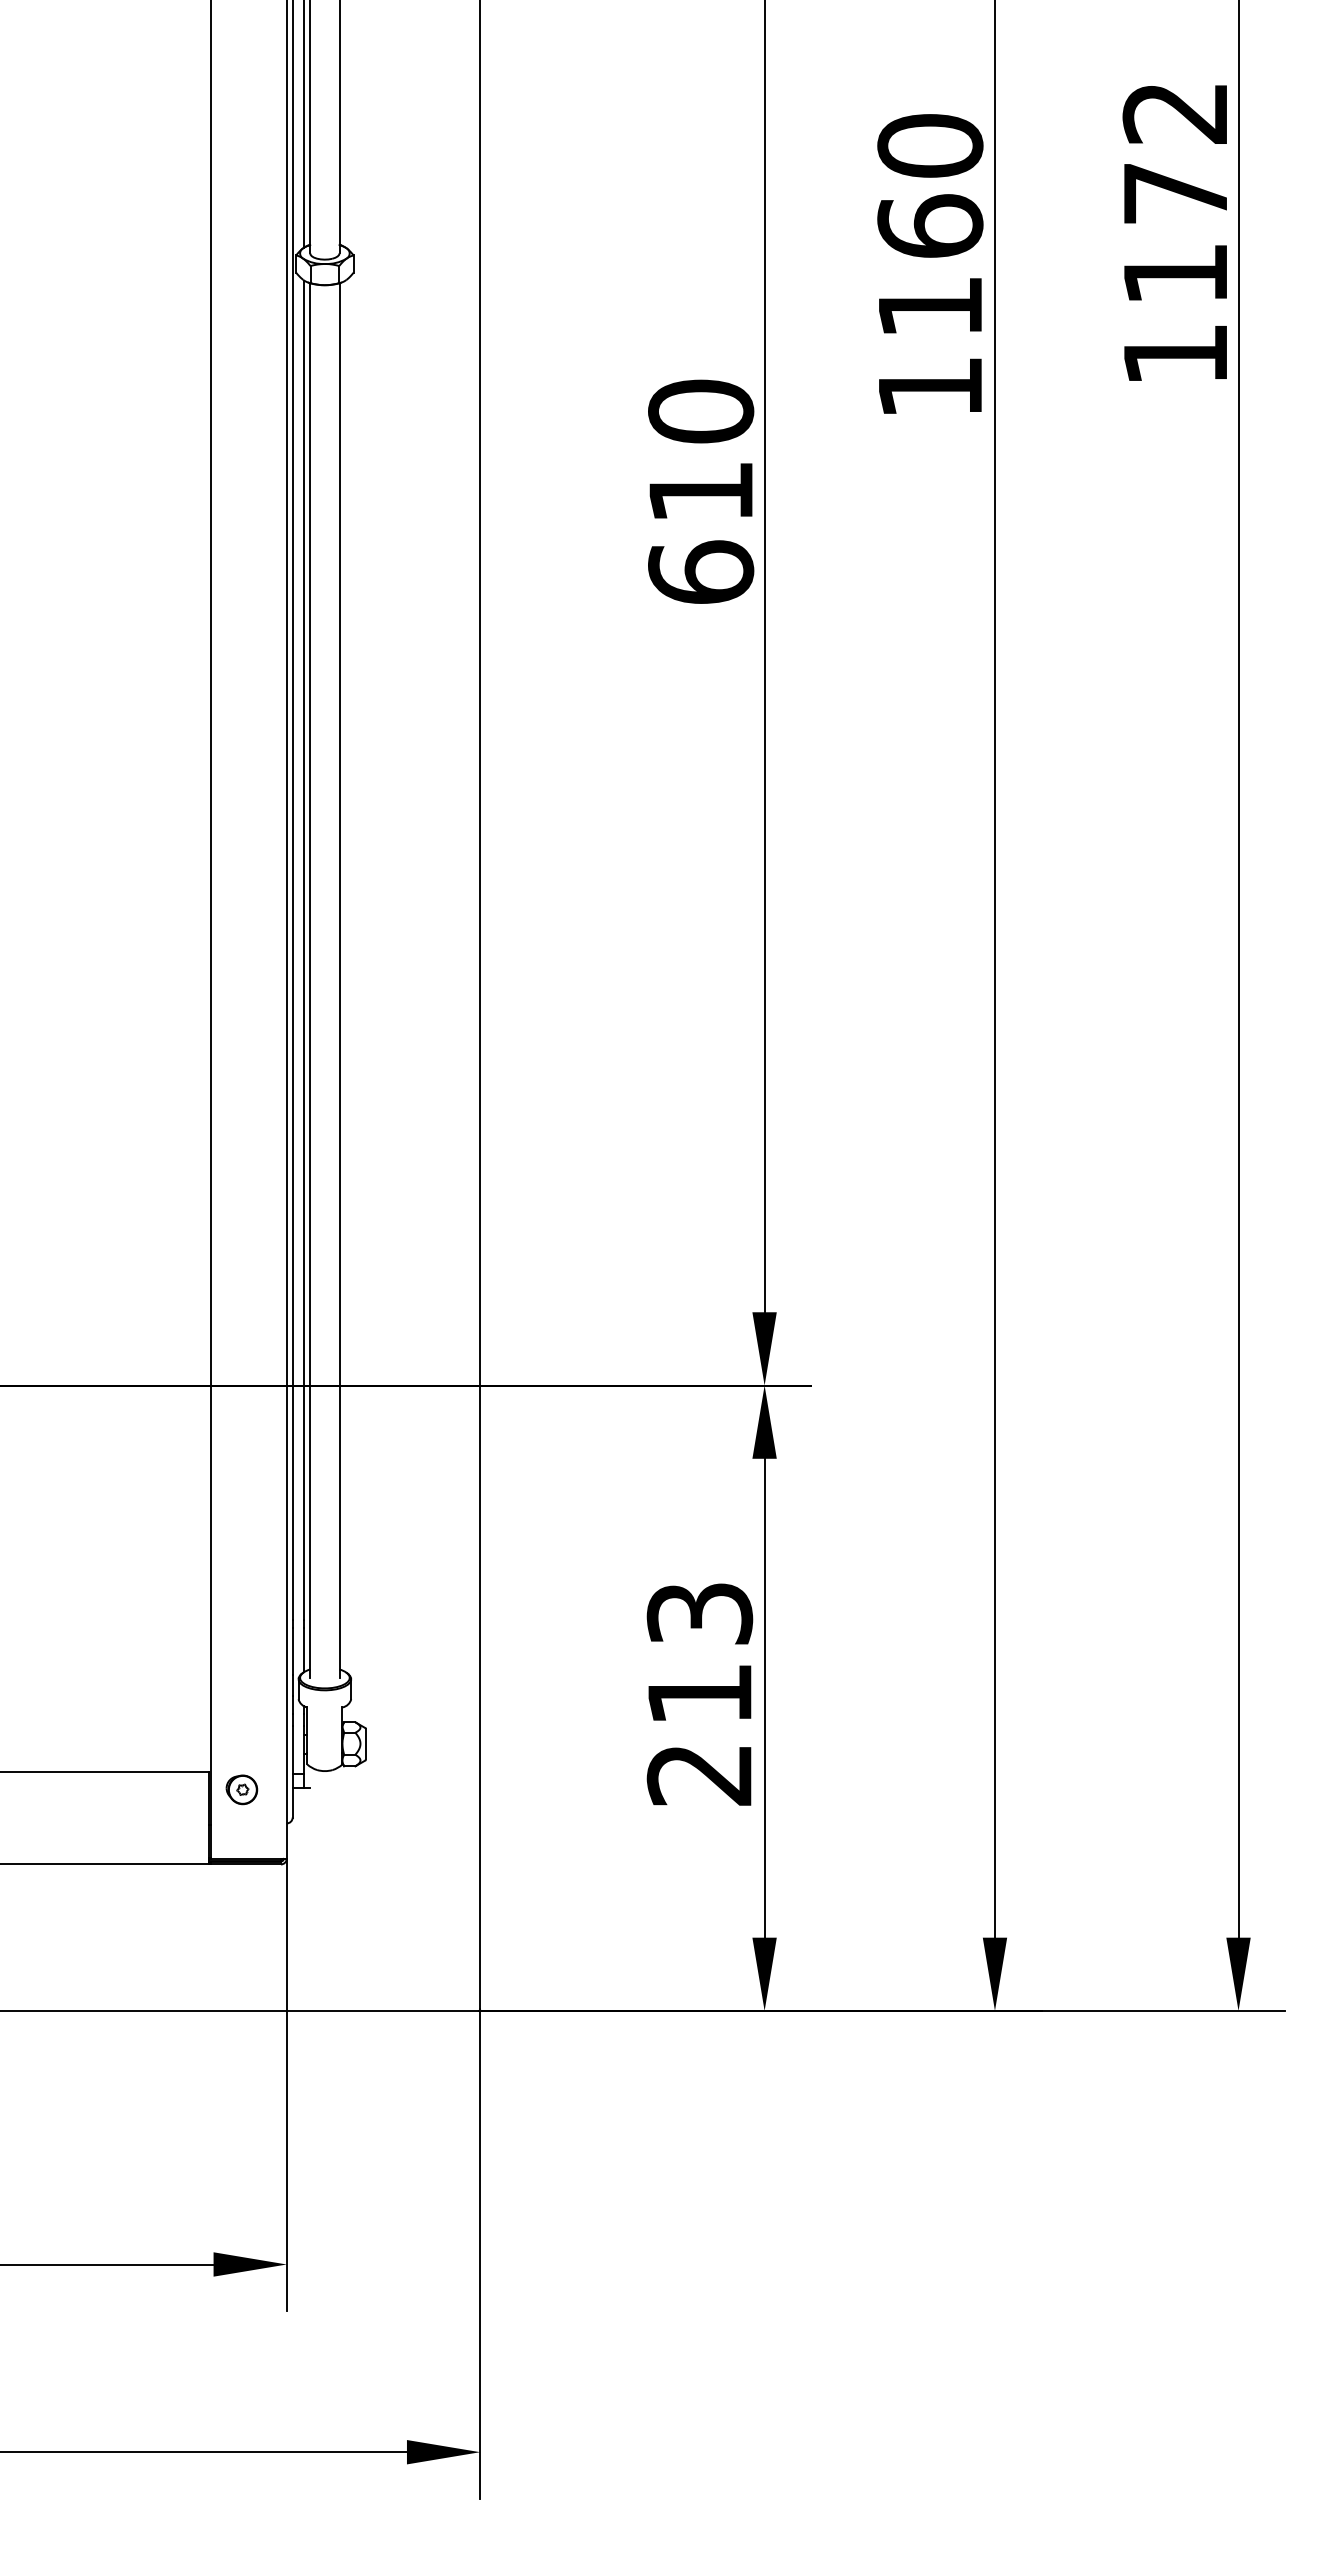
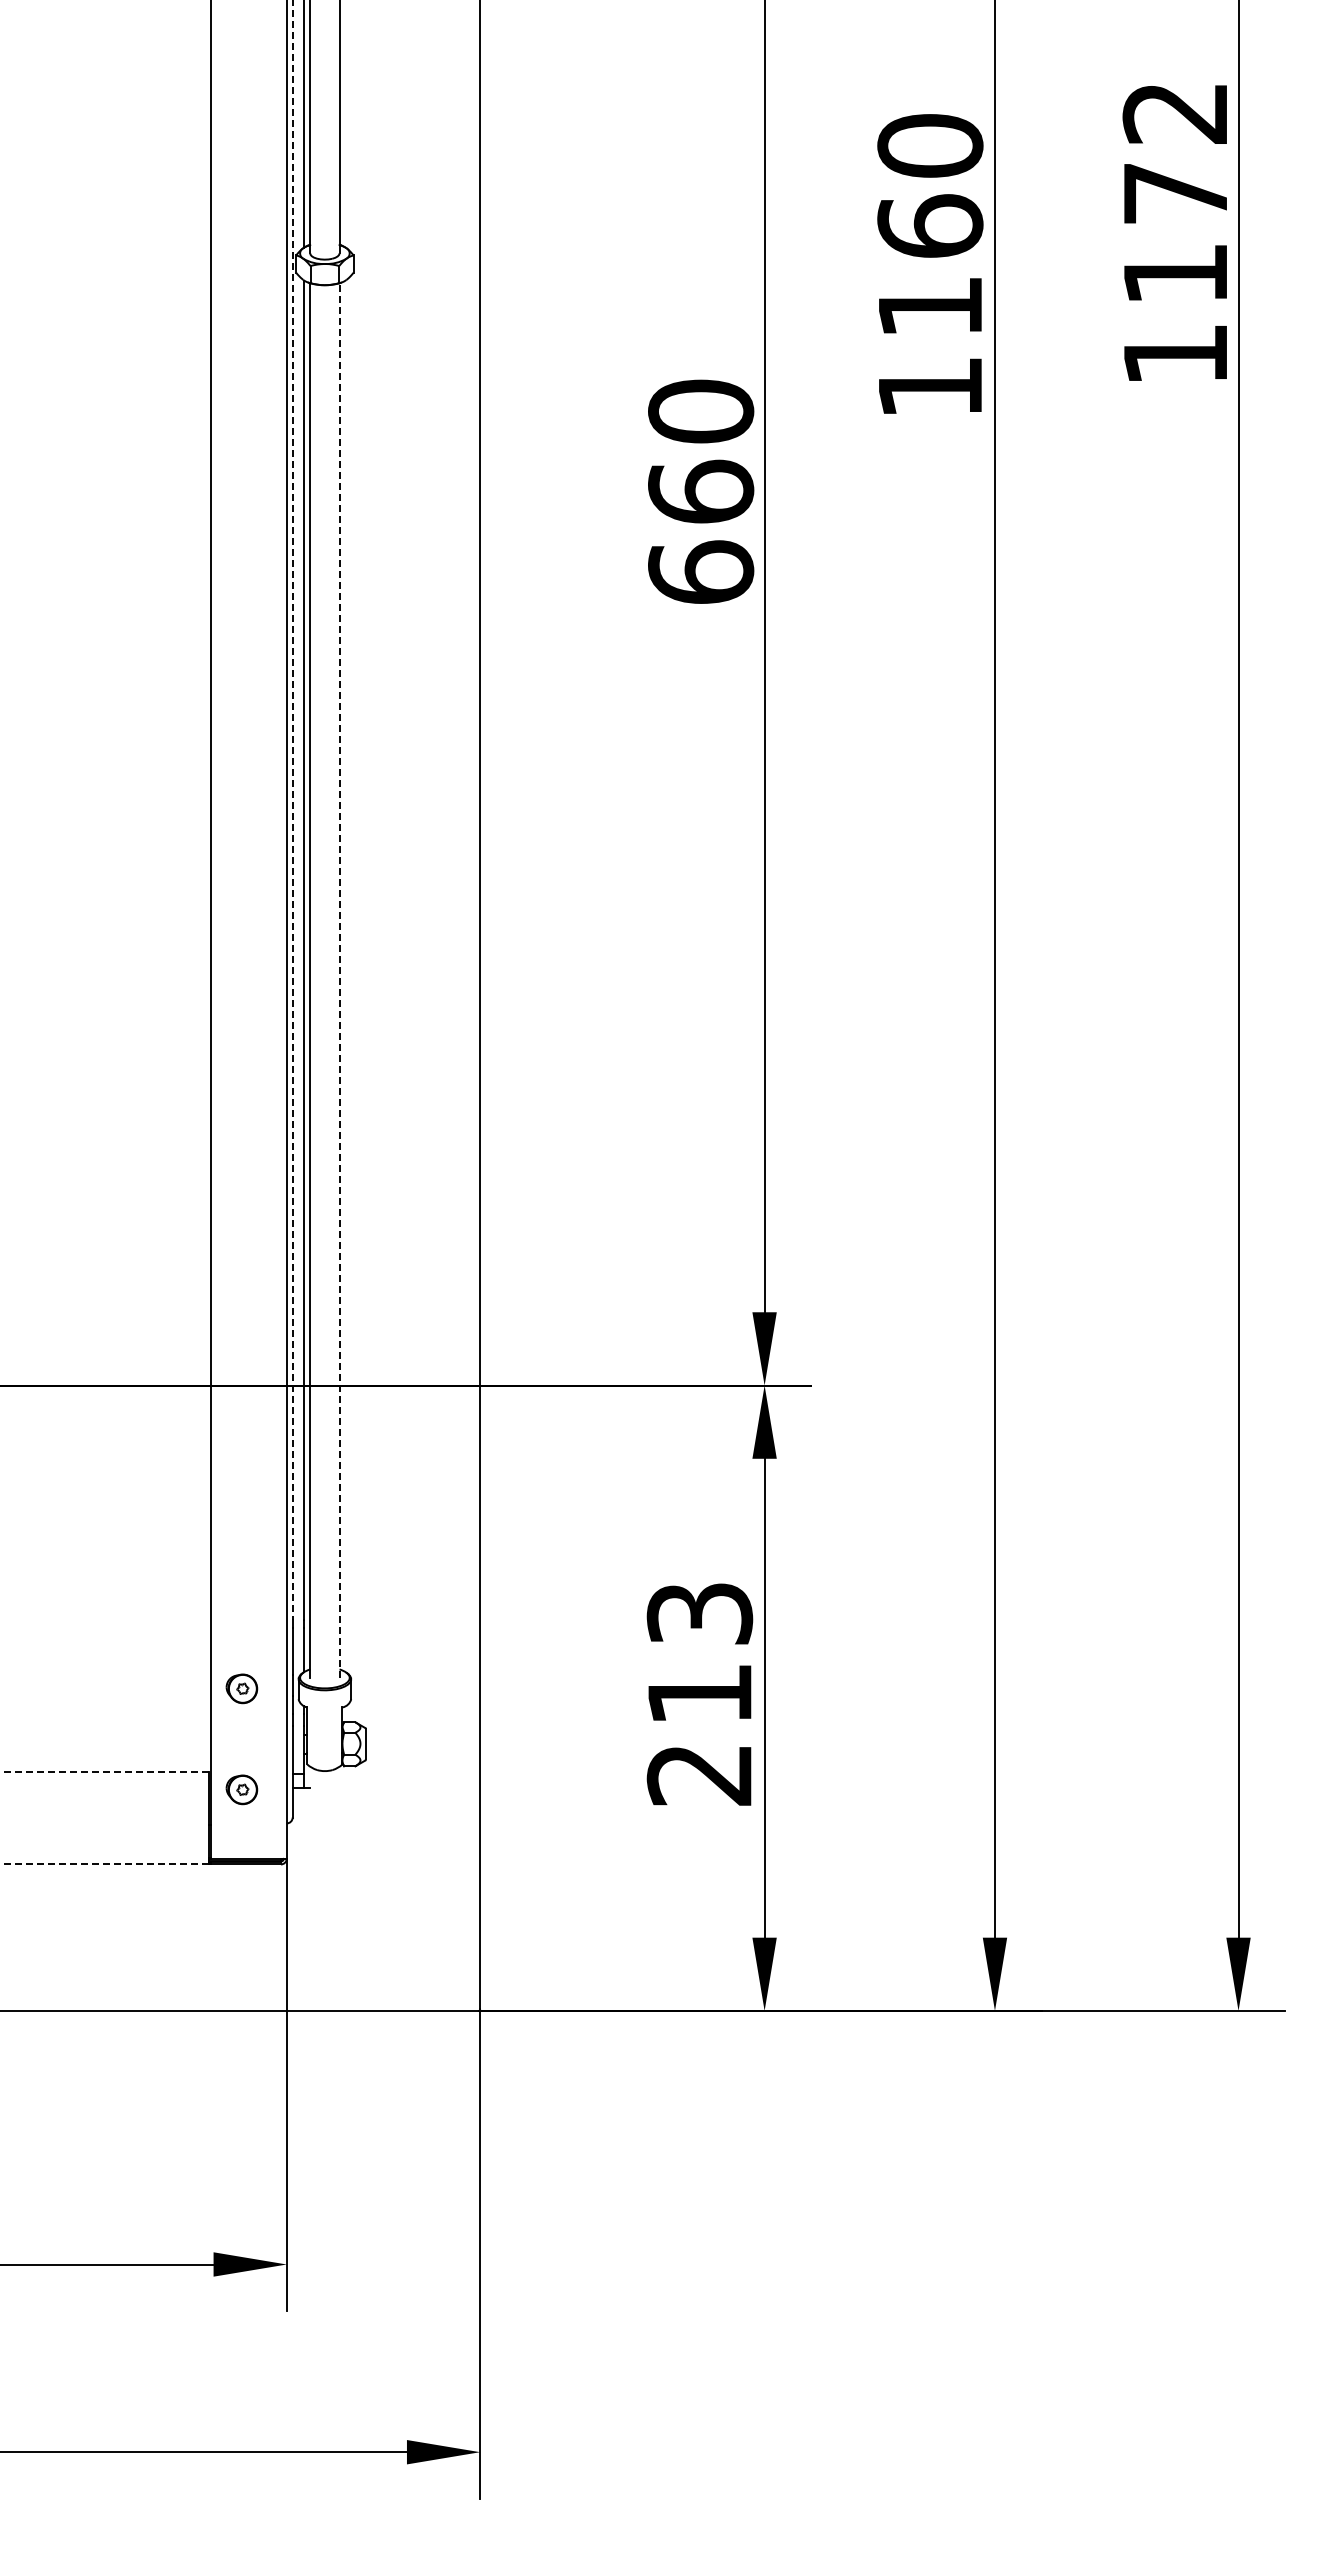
text at (701, 491): 610 -> 660
line at (292, 810): solid -> dashed
line at (339, 980): solid -> dashed
part at (241, 1688): none -> present
line at (105, 1772): solid -> dashed
line at (104, 1864): solid -> dashed
